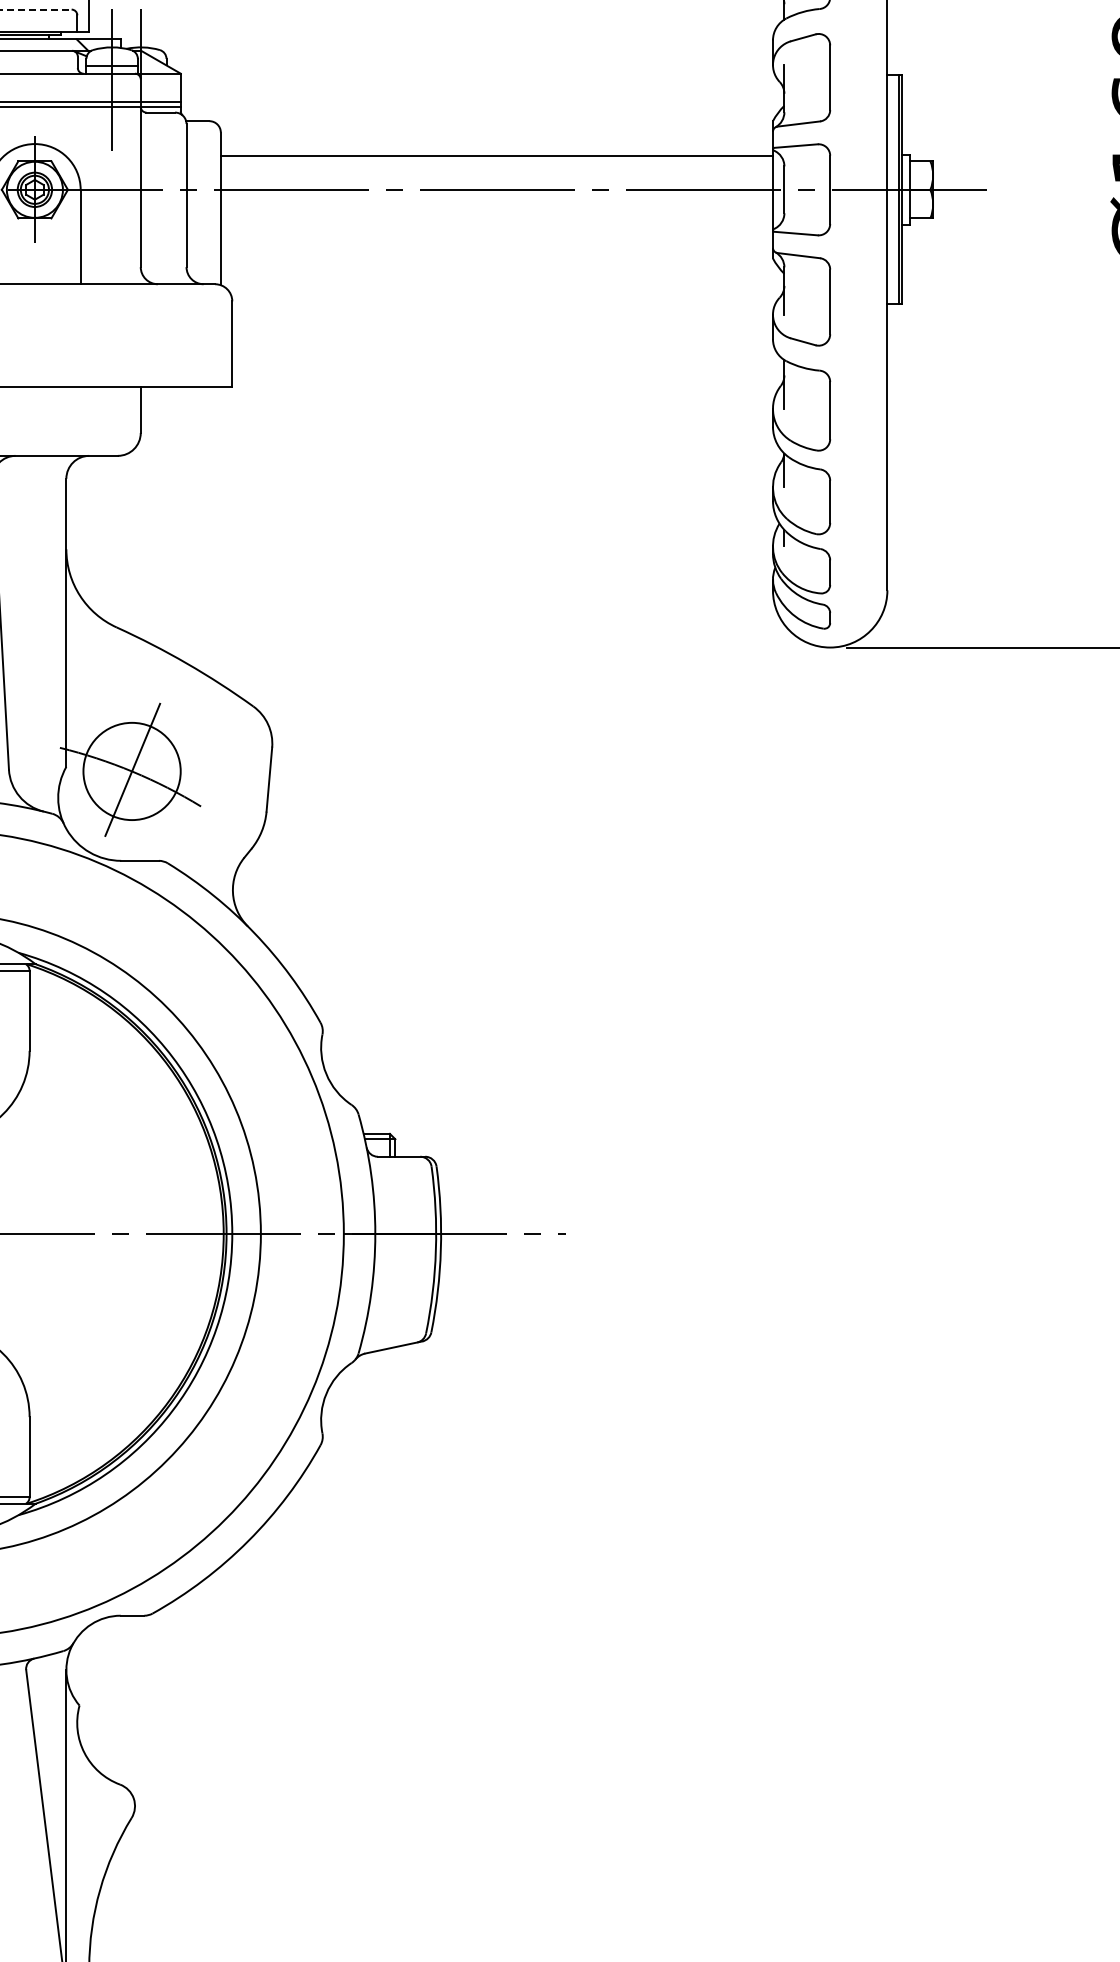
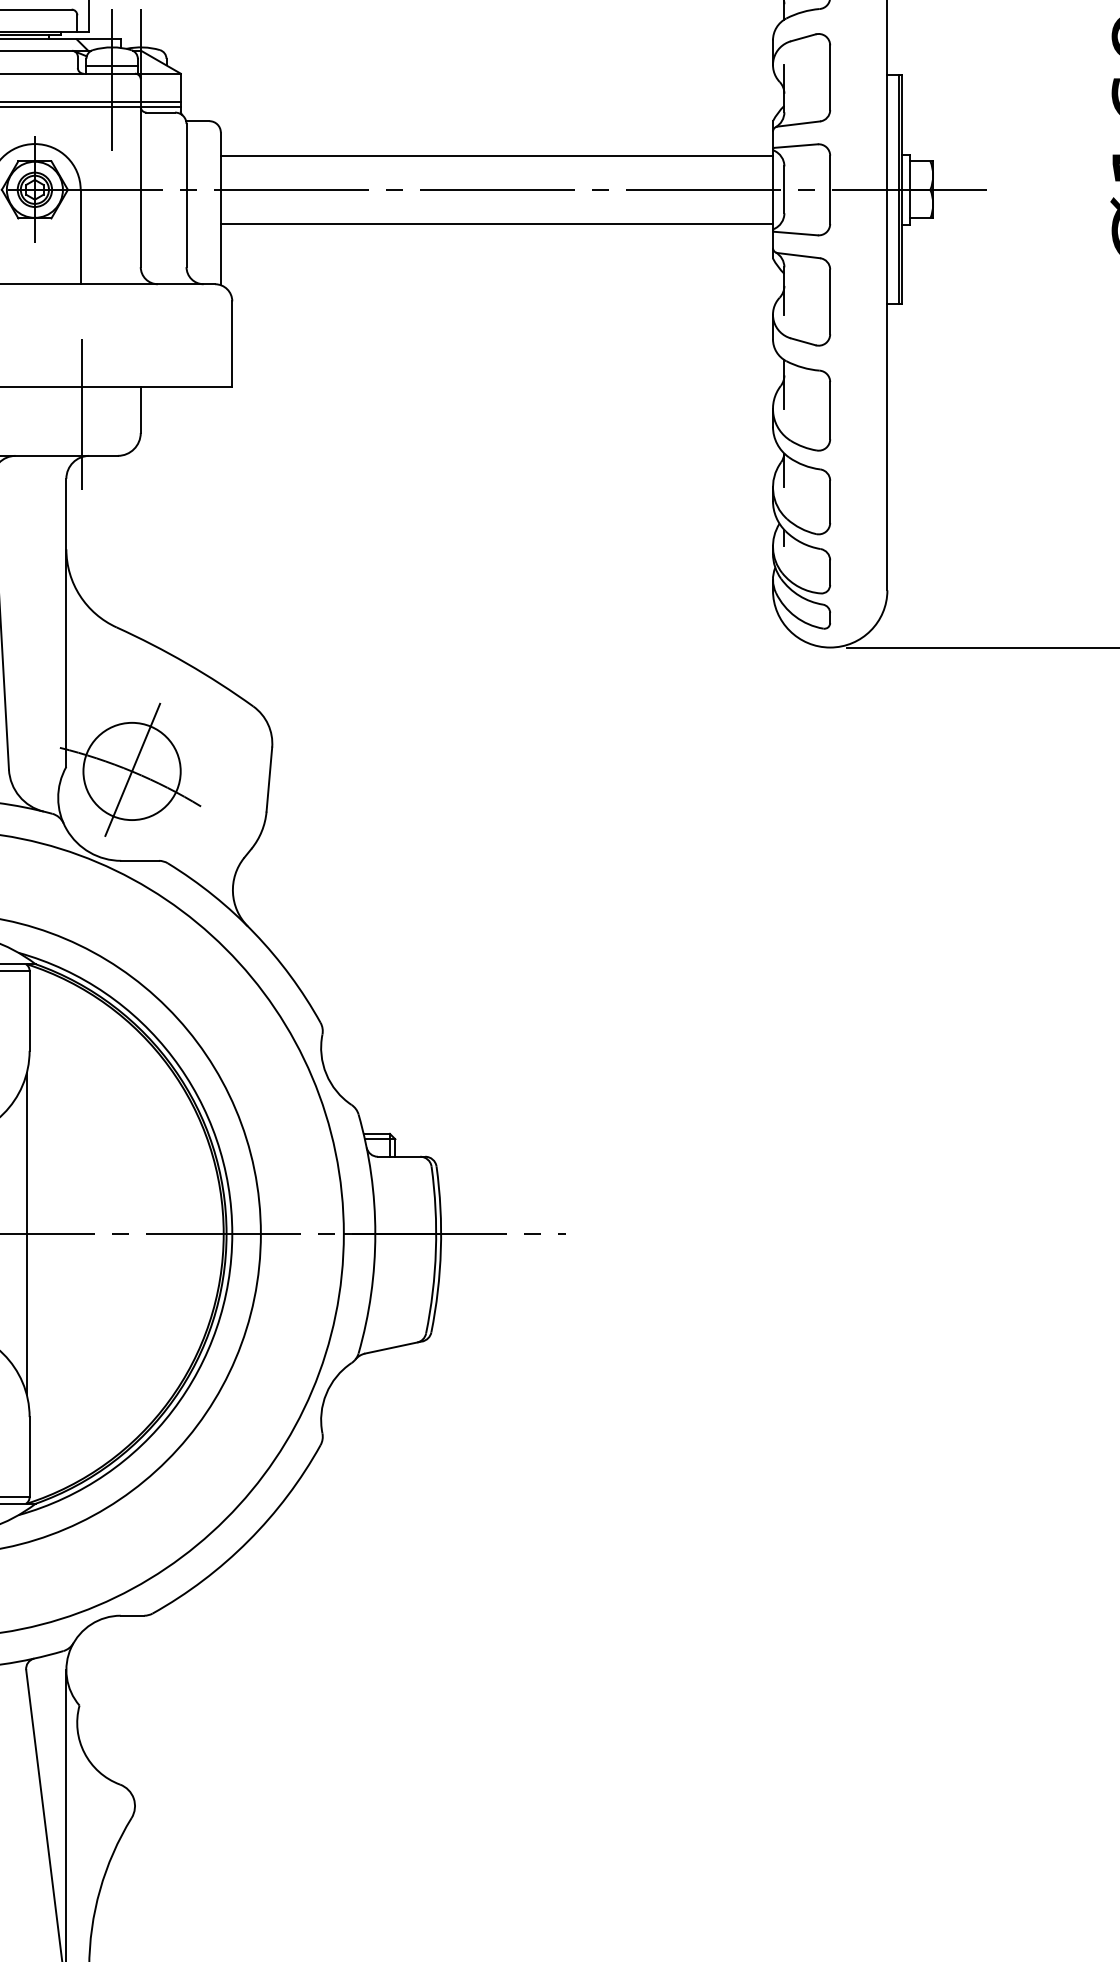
line at (36, 9): dashed -> solid
line at (496, 224): none -> present
line at (82, 414): none -> present
line at (26, 1233): none -> present
